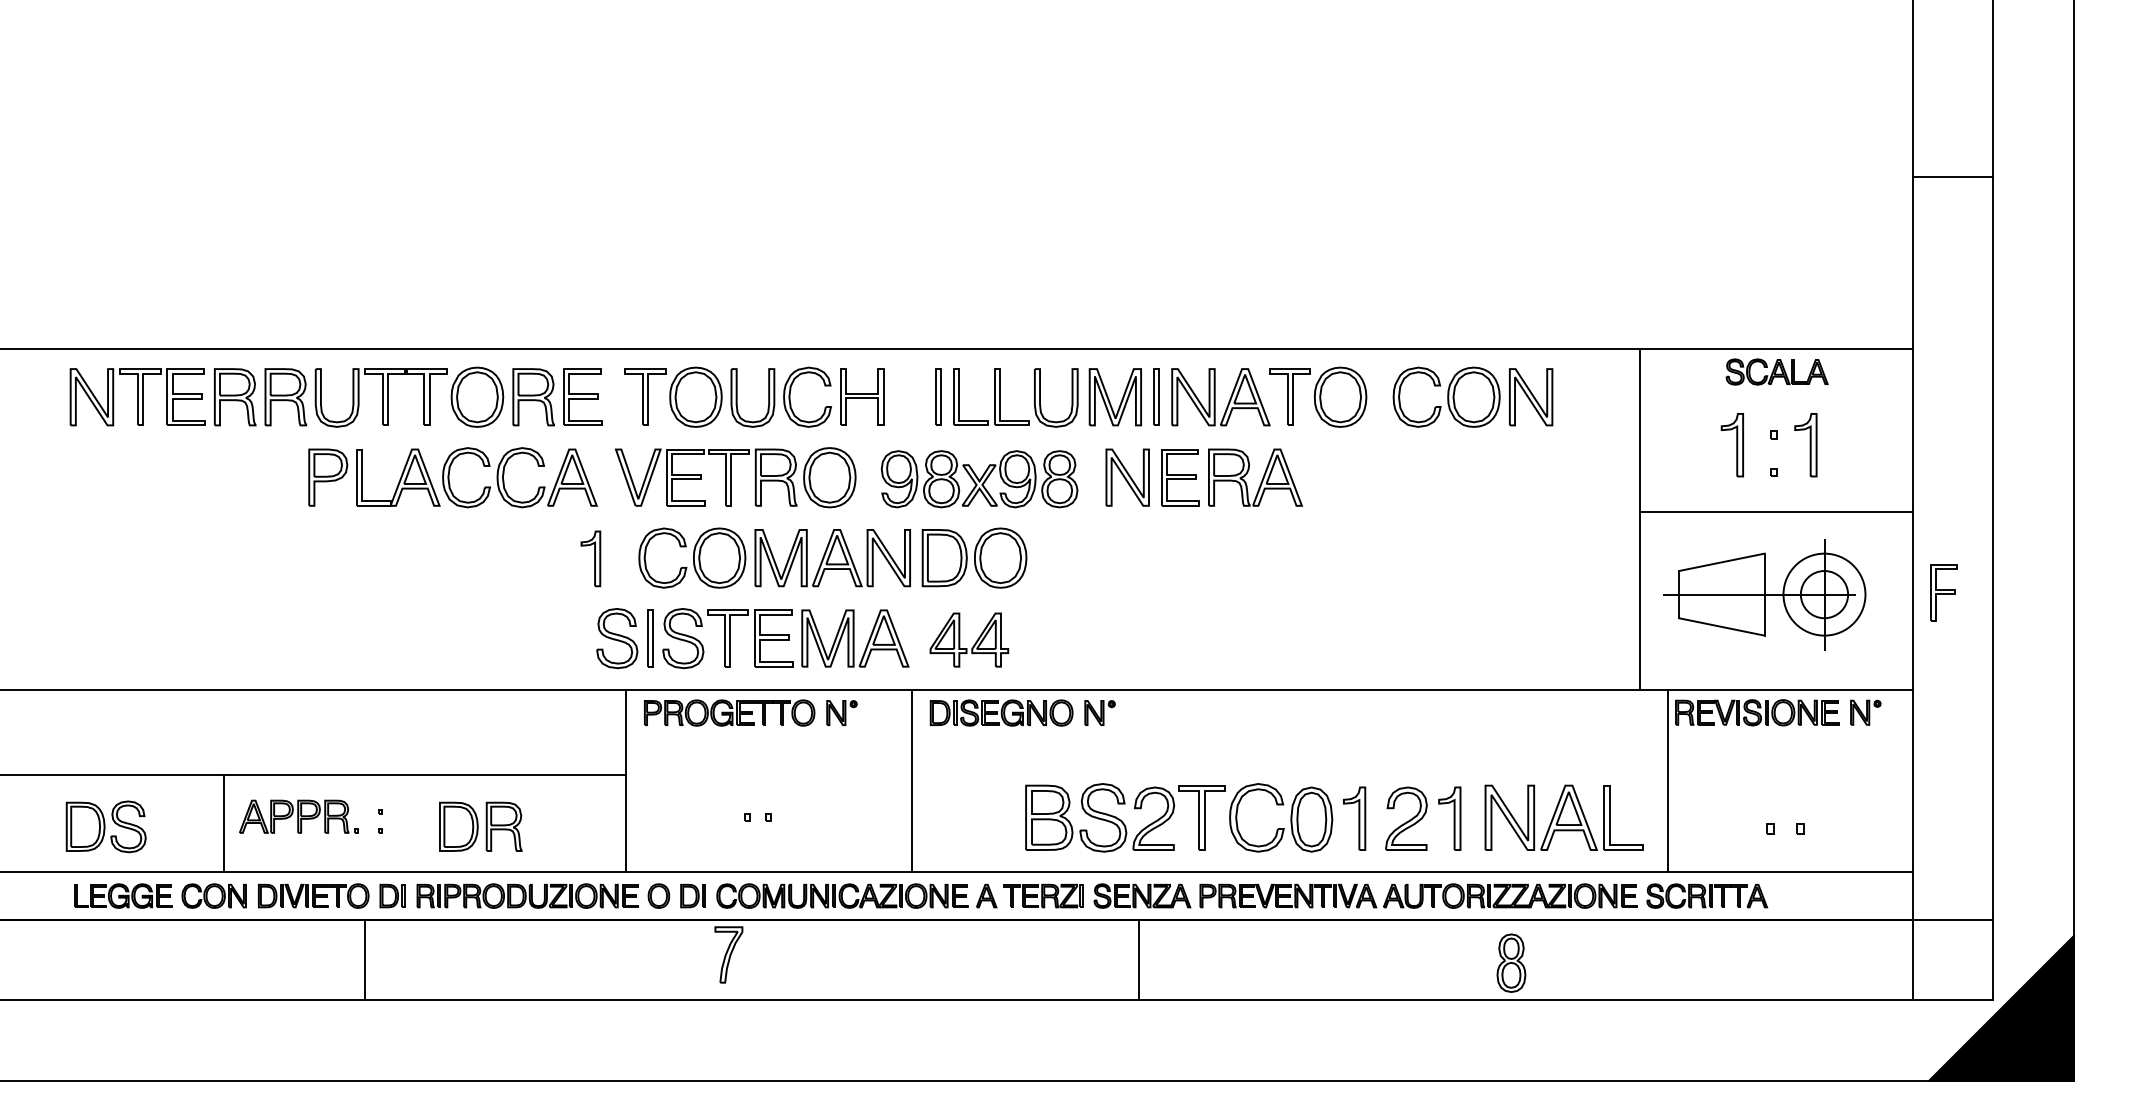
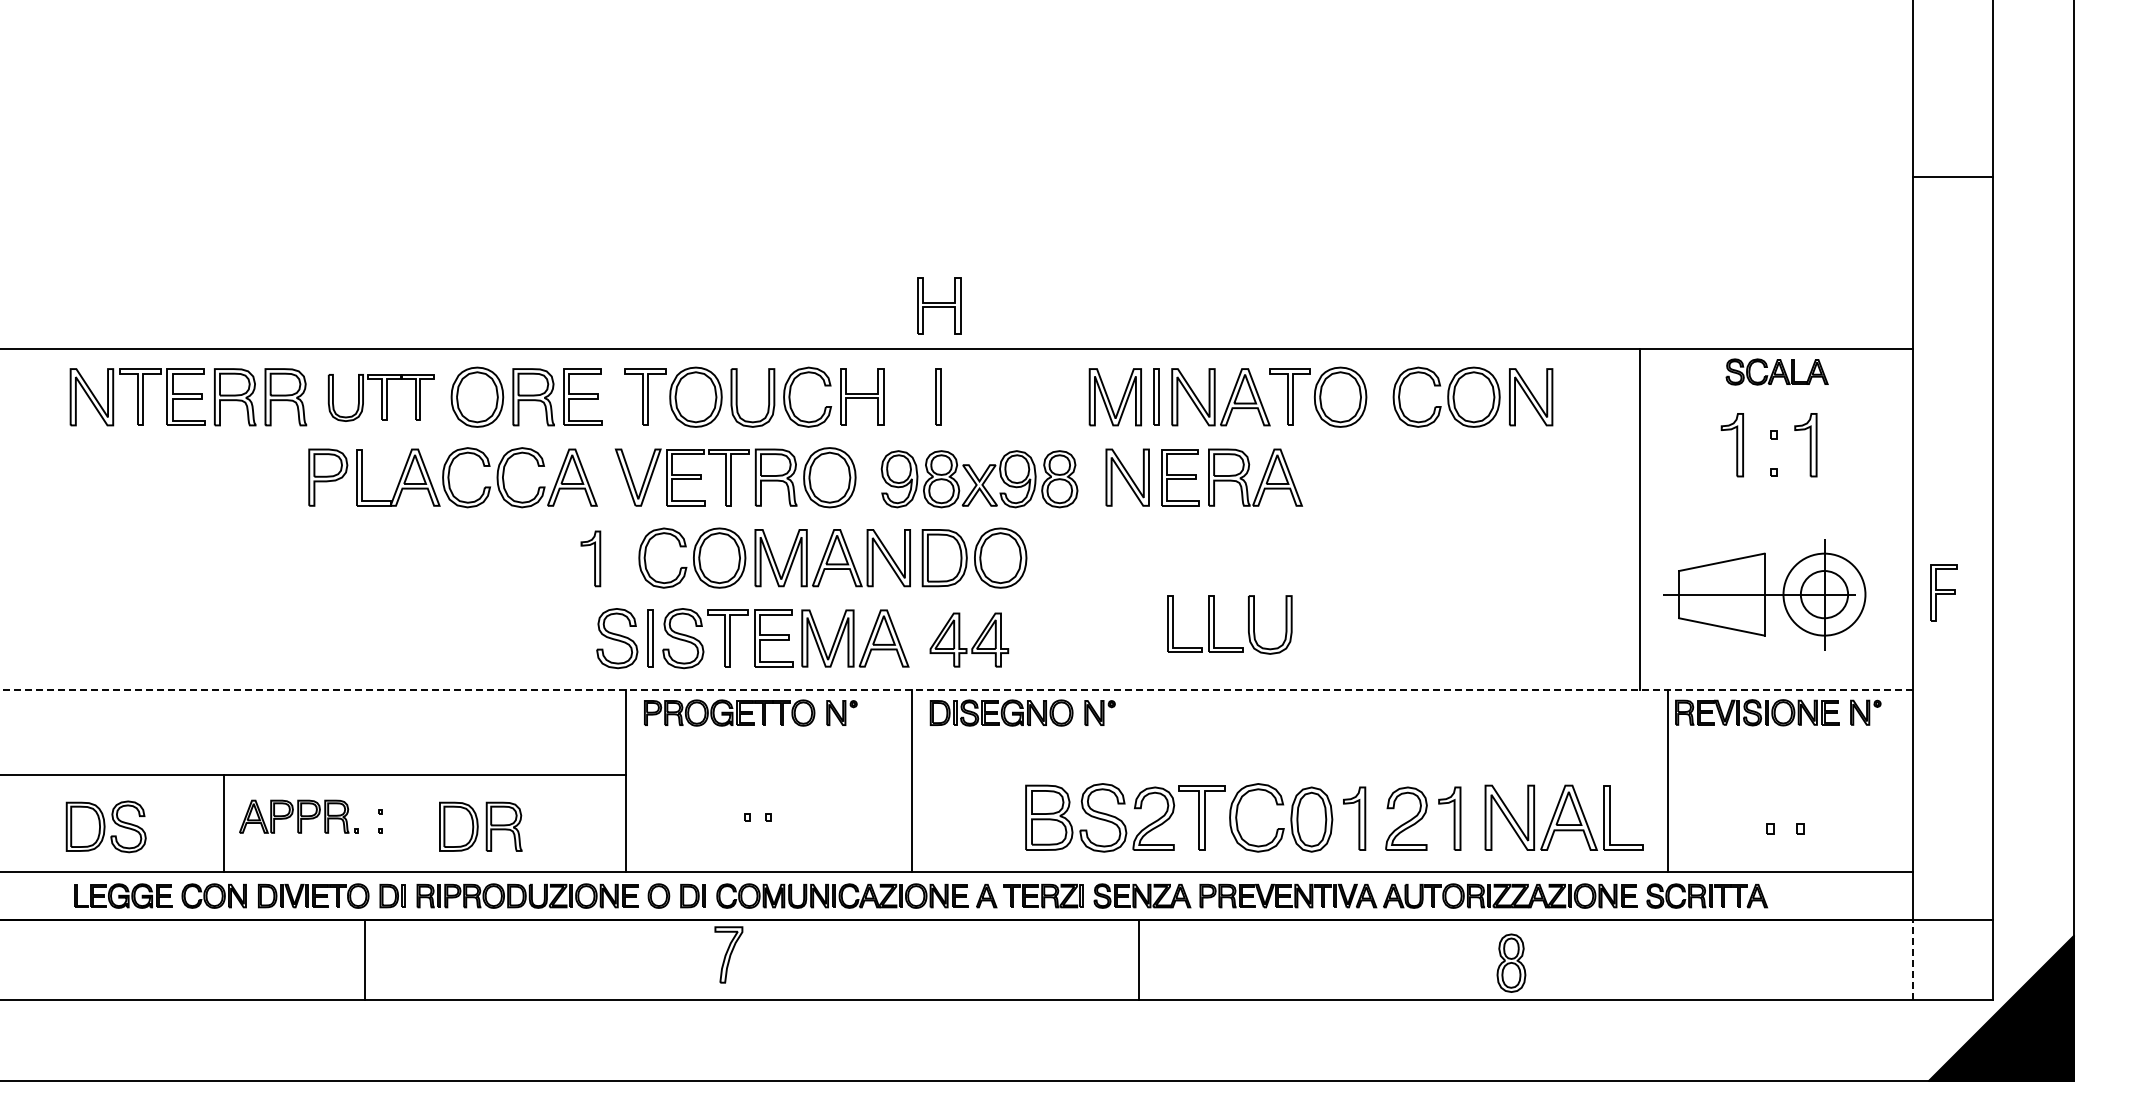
part at (939, 305): none -> present
part at (380, 397) size: 134x60 px -> 108x48 px
part at (1000, 397) position: (1000, 397) -> (1214, 624)
line at (1775, 511): present -> none
line at (957, 689): solid -> dashed
line at (1912, 959): solid -> dashed
